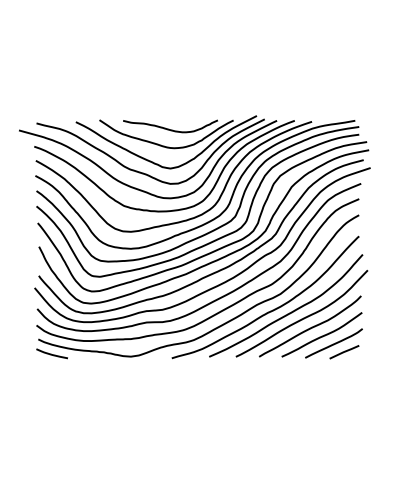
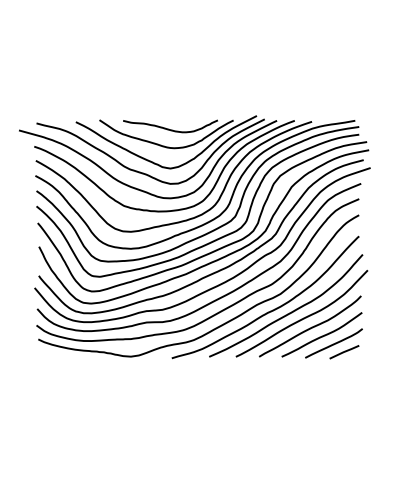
line at (51, 353): present -> none
